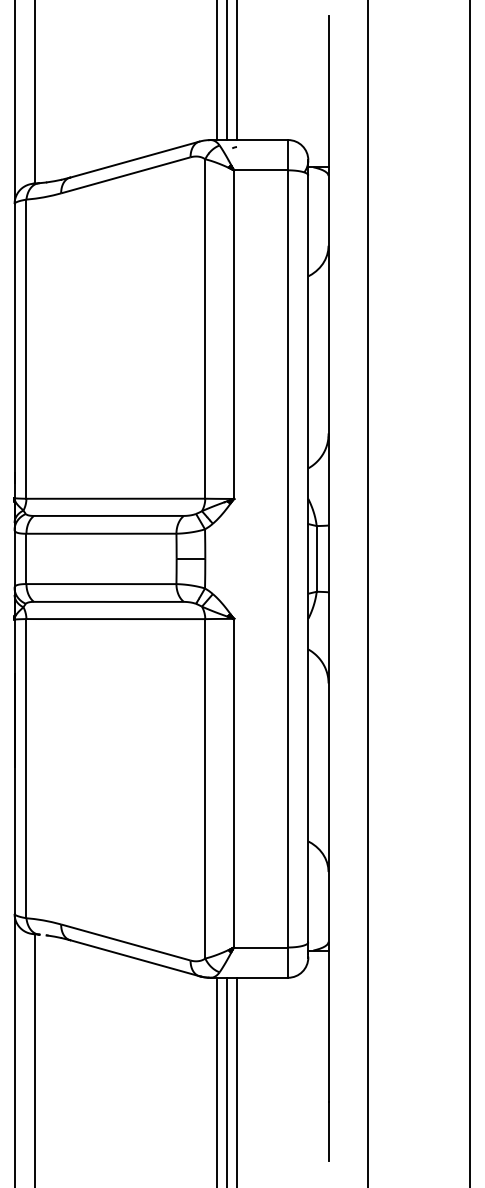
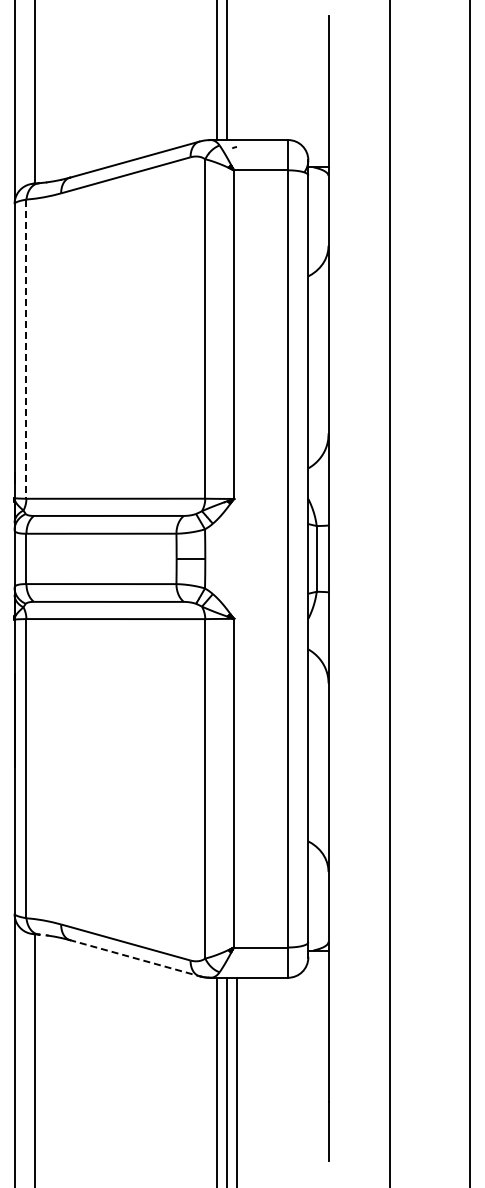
line at (237, 71): present -> none
line at (26, 349): solid -> dashed
line at (367, 593) position: (367, 593) -> (389, 593)
line at (134, 958): solid -> dashed
